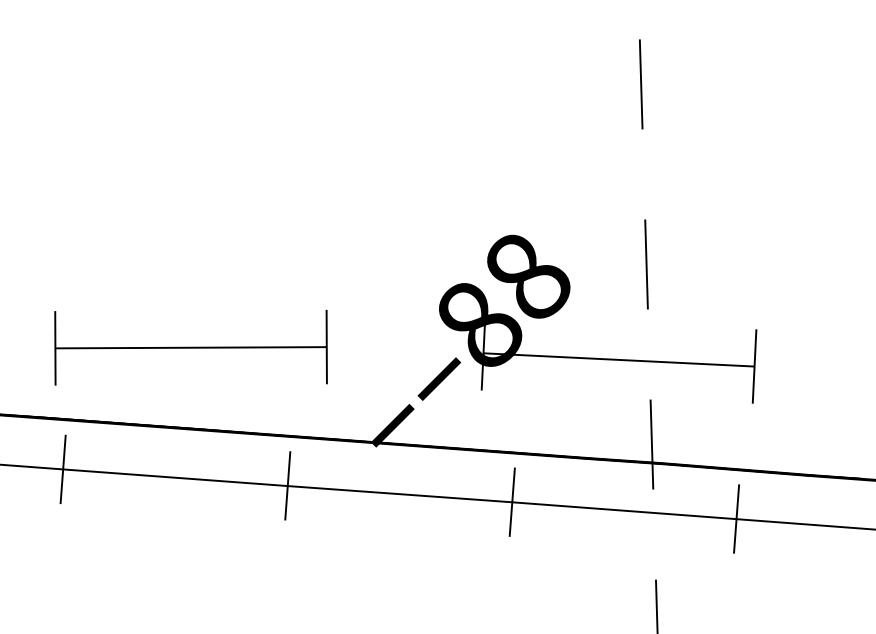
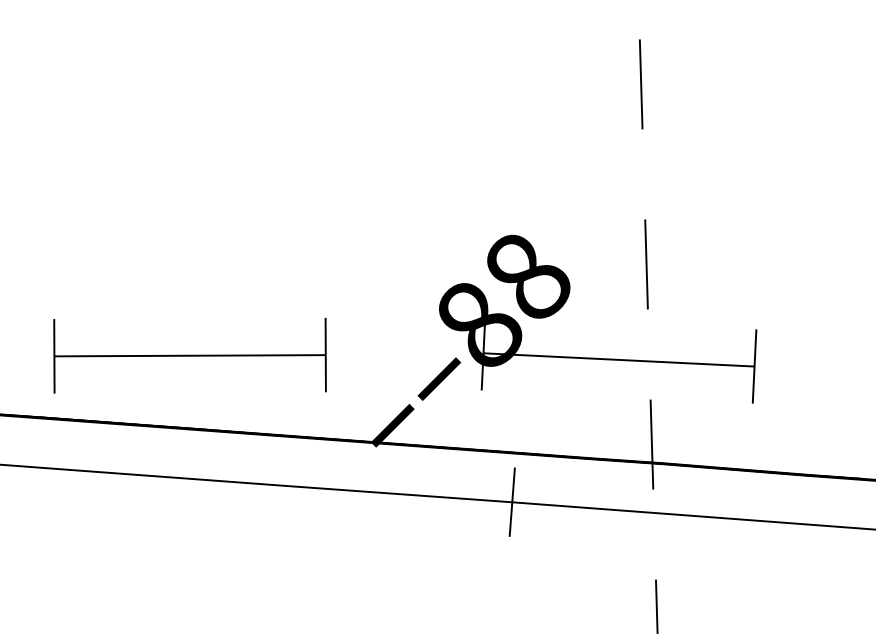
part at (190, 347) position: (190, 347) -> (189, 355)
line at (62, 469): present -> none
line at (287, 485): present -> none
line at (736, 518): present -> none
